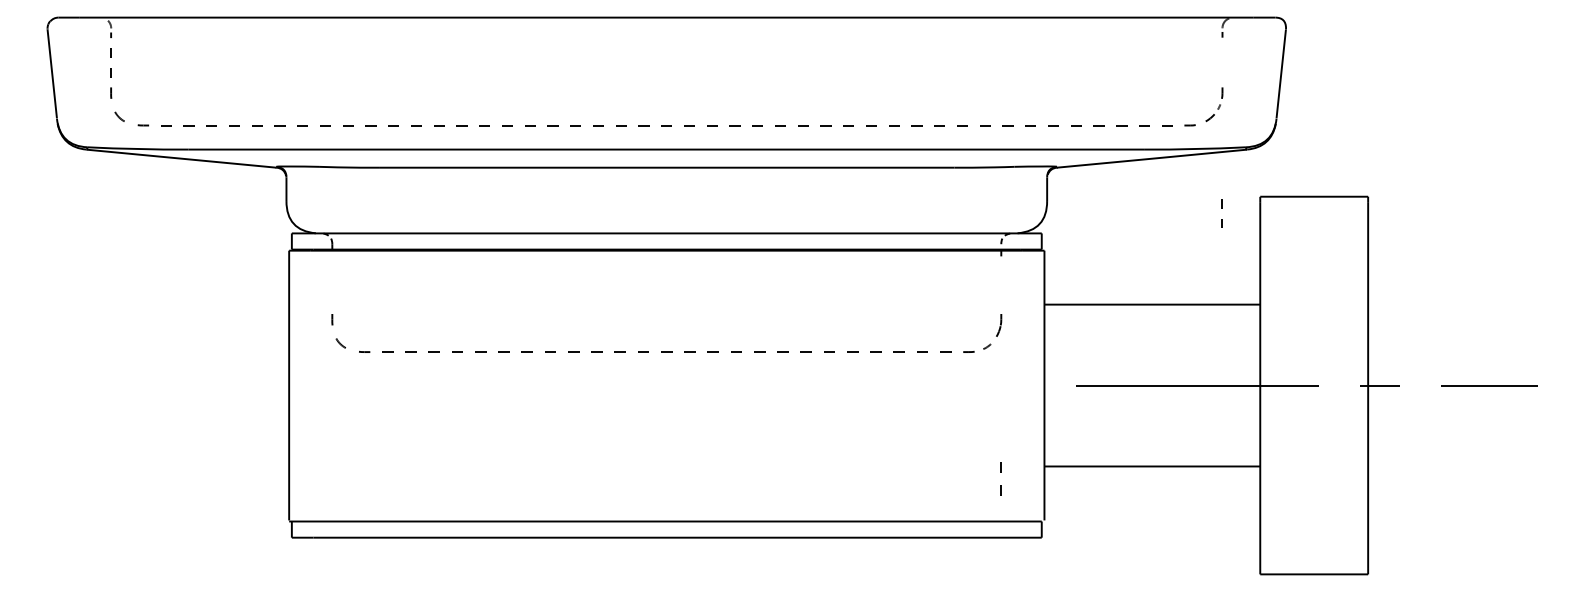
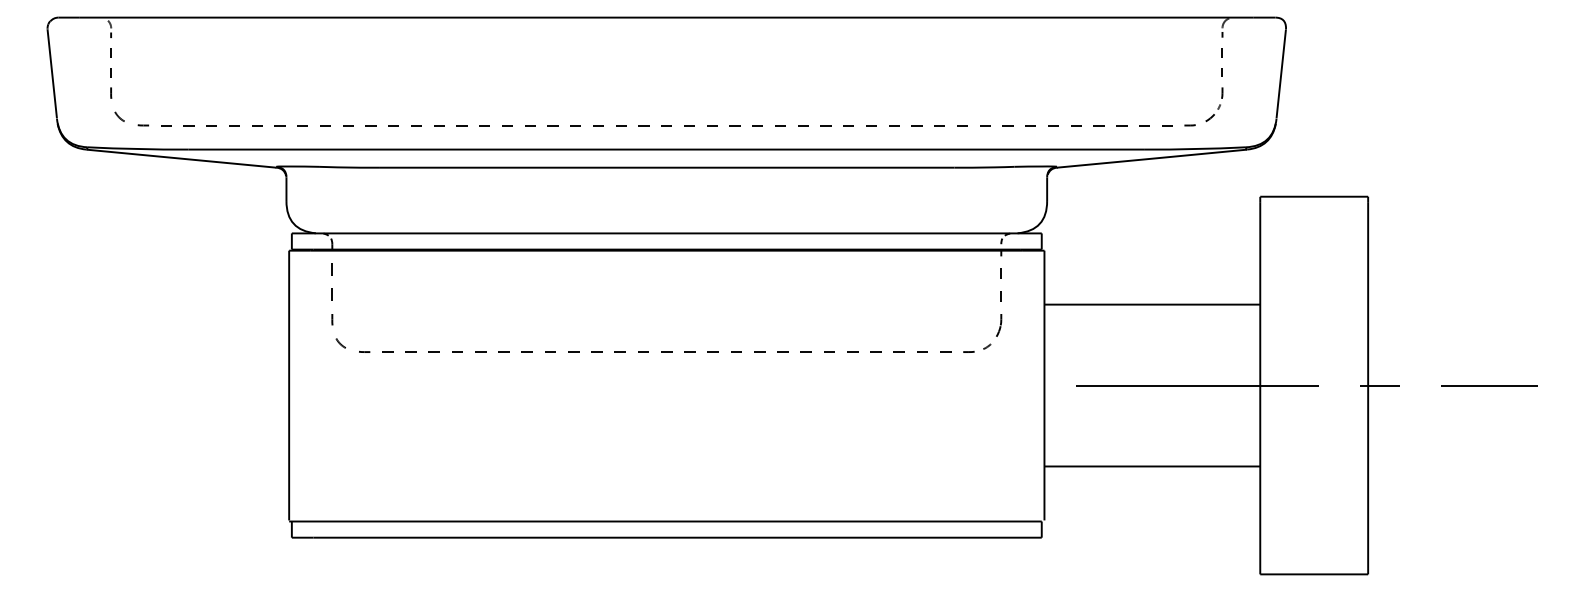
line at (1221, 208) position: (1221, 208) -> (1221, 57)
line at (331, 275): none -> present
line at (1000, 472) position: (1000, 472) -> (1000, 278)
